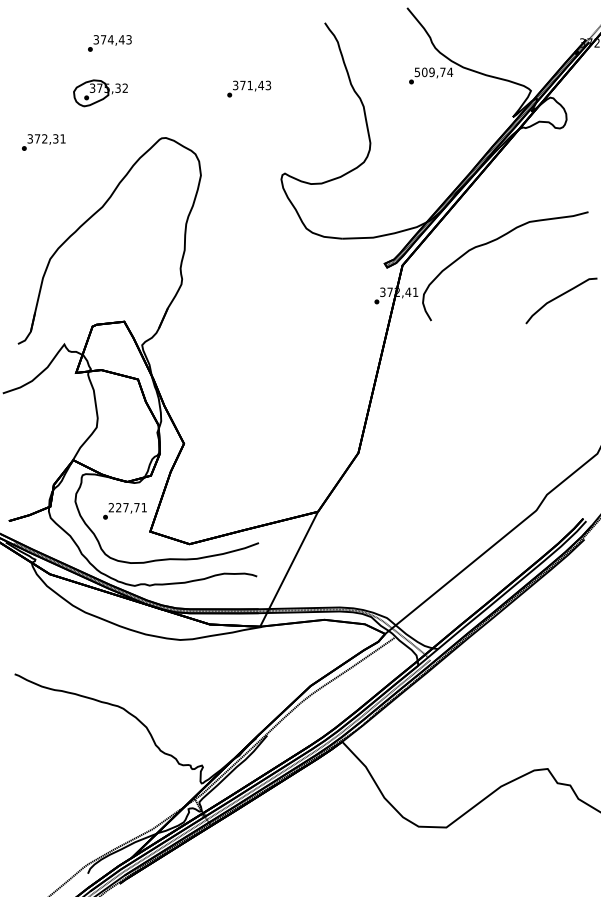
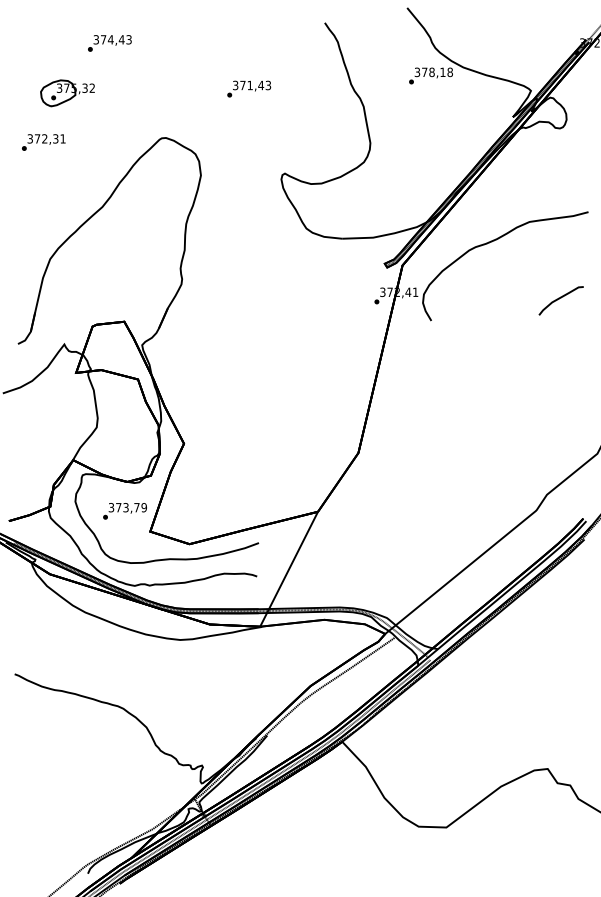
text at (434, 72): 509,74 -> 378,18
part at (100, 93) position: (100, 93) -> (67, 93)
part at (561, 300) size: 73x48 px -> 46x30 px
text at (127, 507): 227,71 -> 373,79
